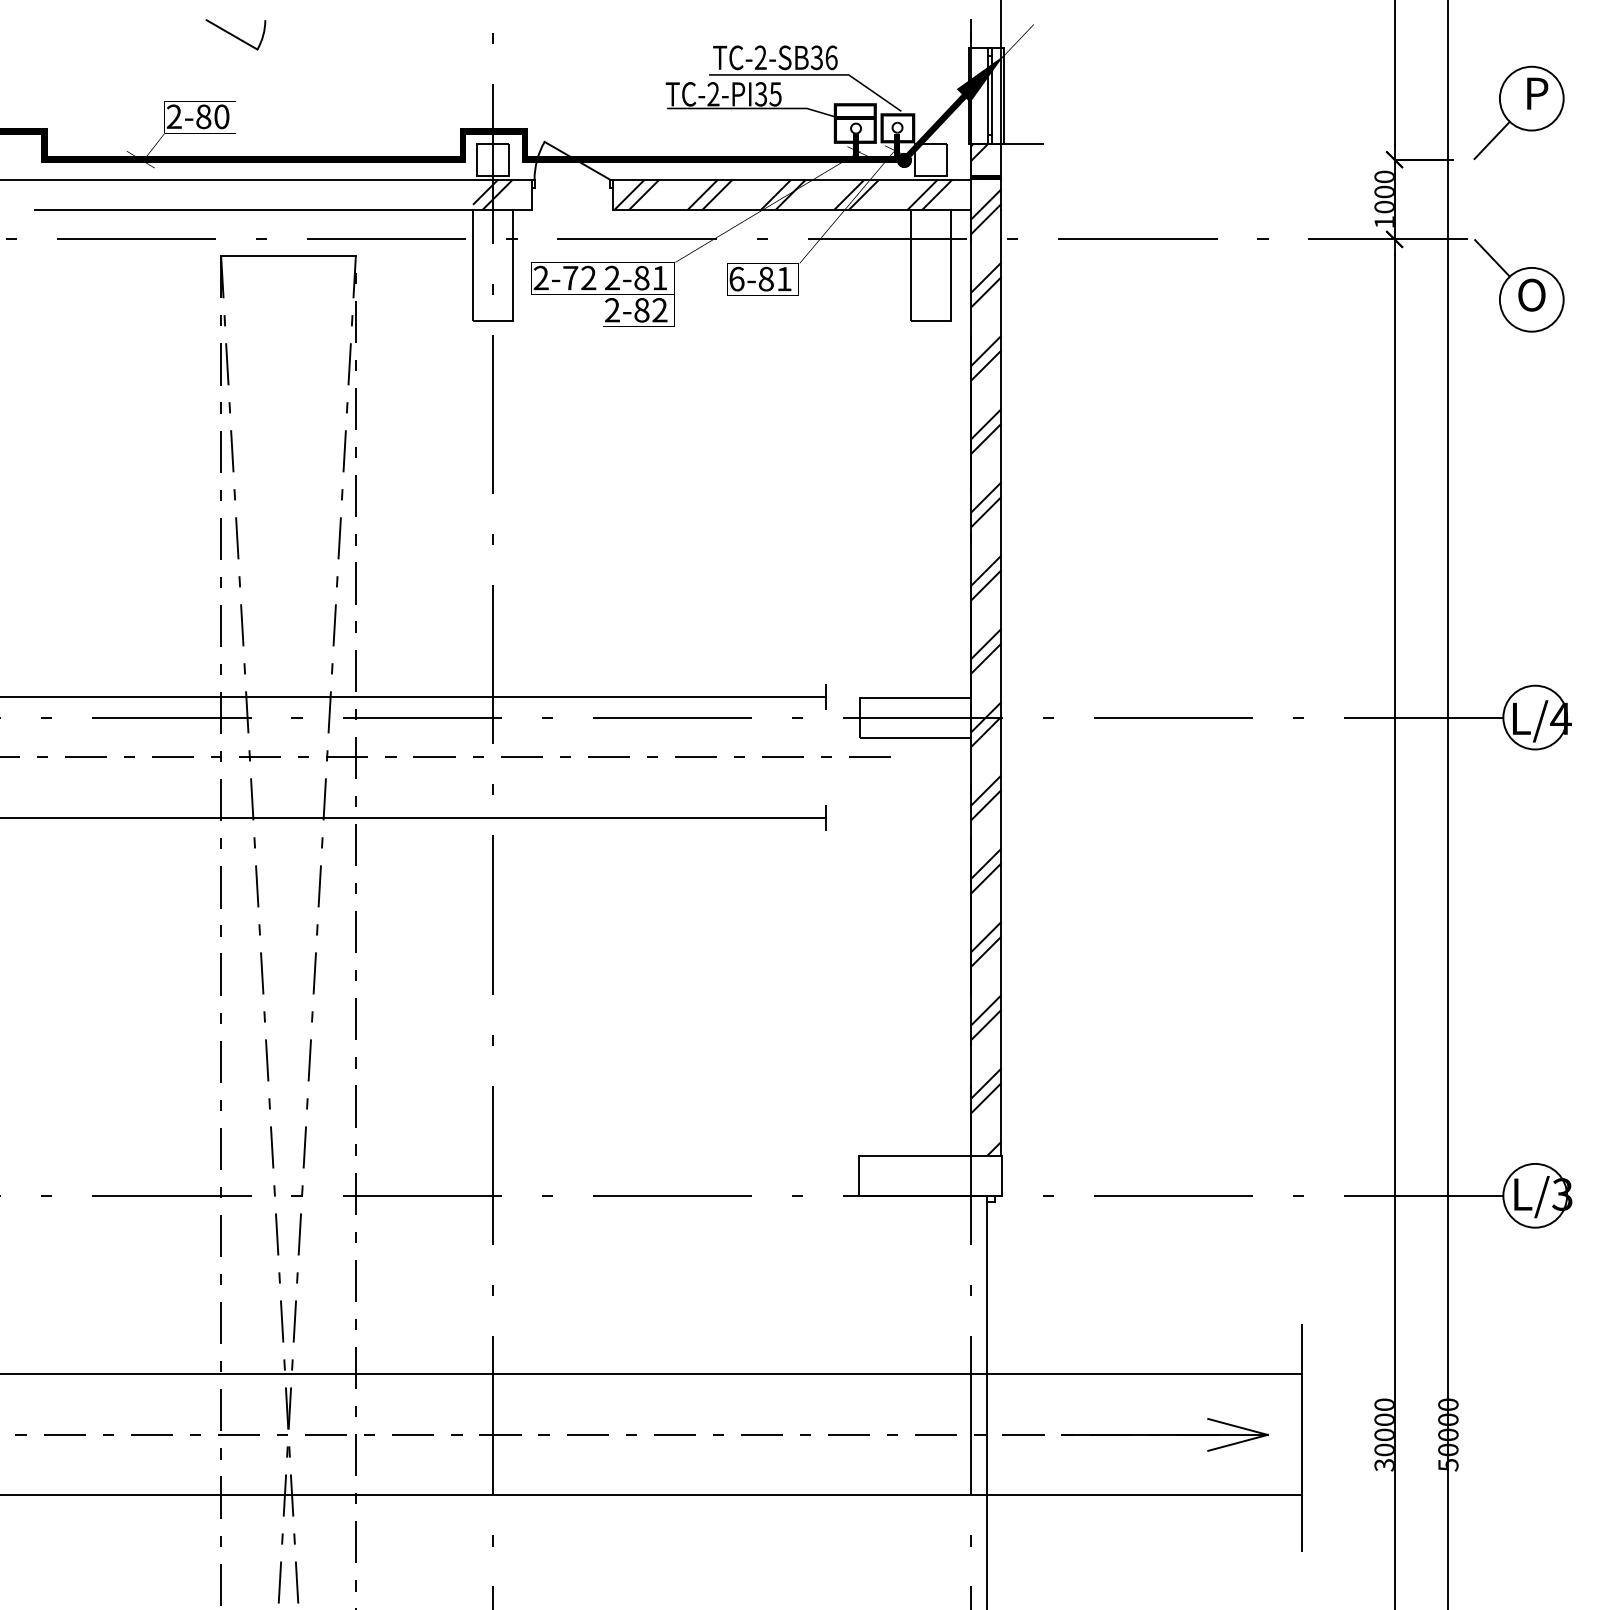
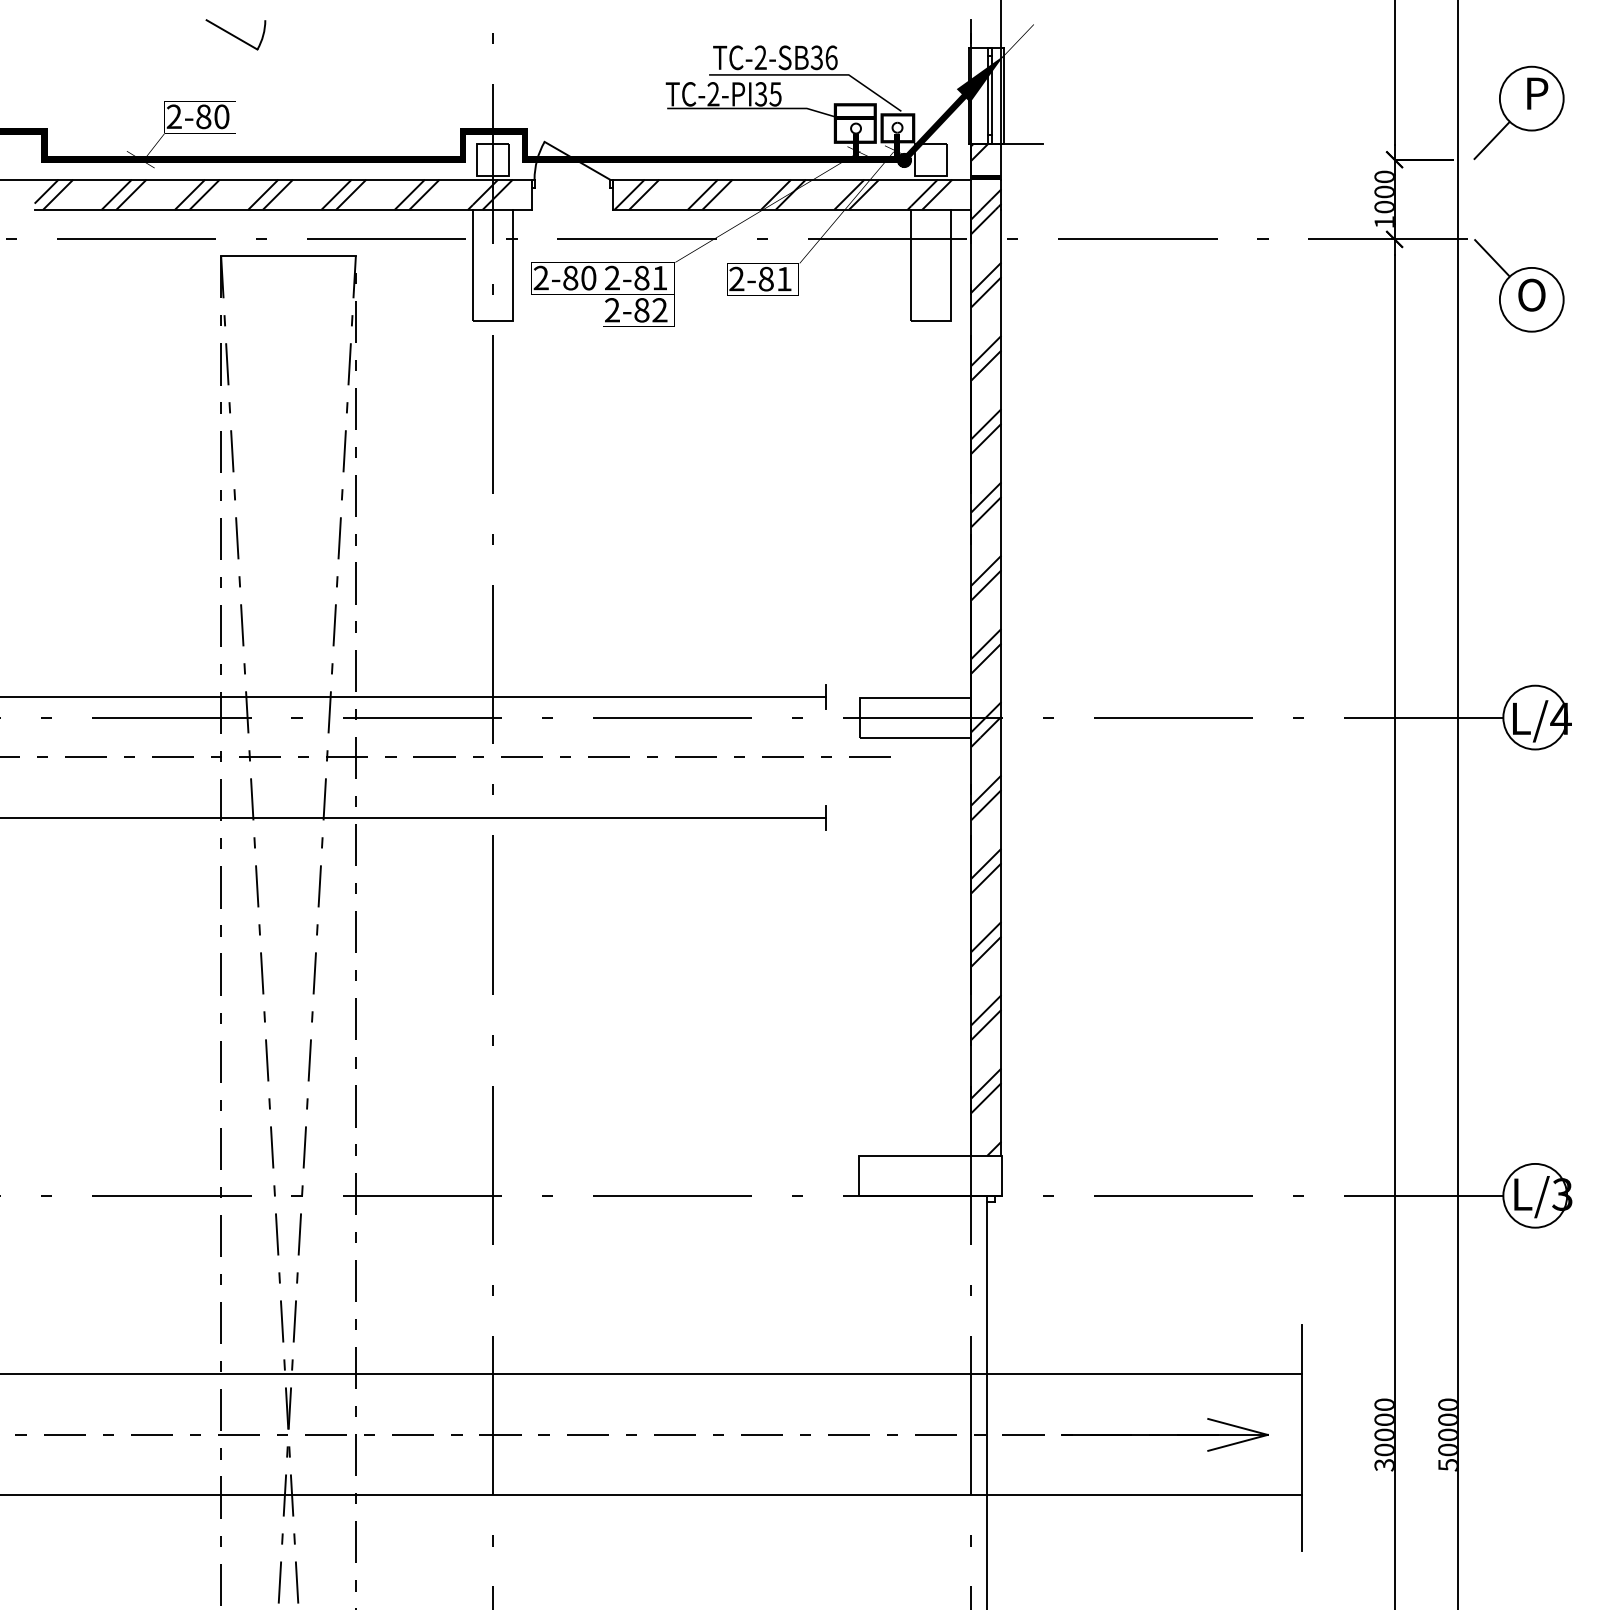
hatch at (253, 194): none -> present
text at (579, 277): 2-72 -> 2-80
text at (736, 278): 6-81 -> 2-81
line at (1448, 804) position: (1448, 804) -> (1458, 804)
